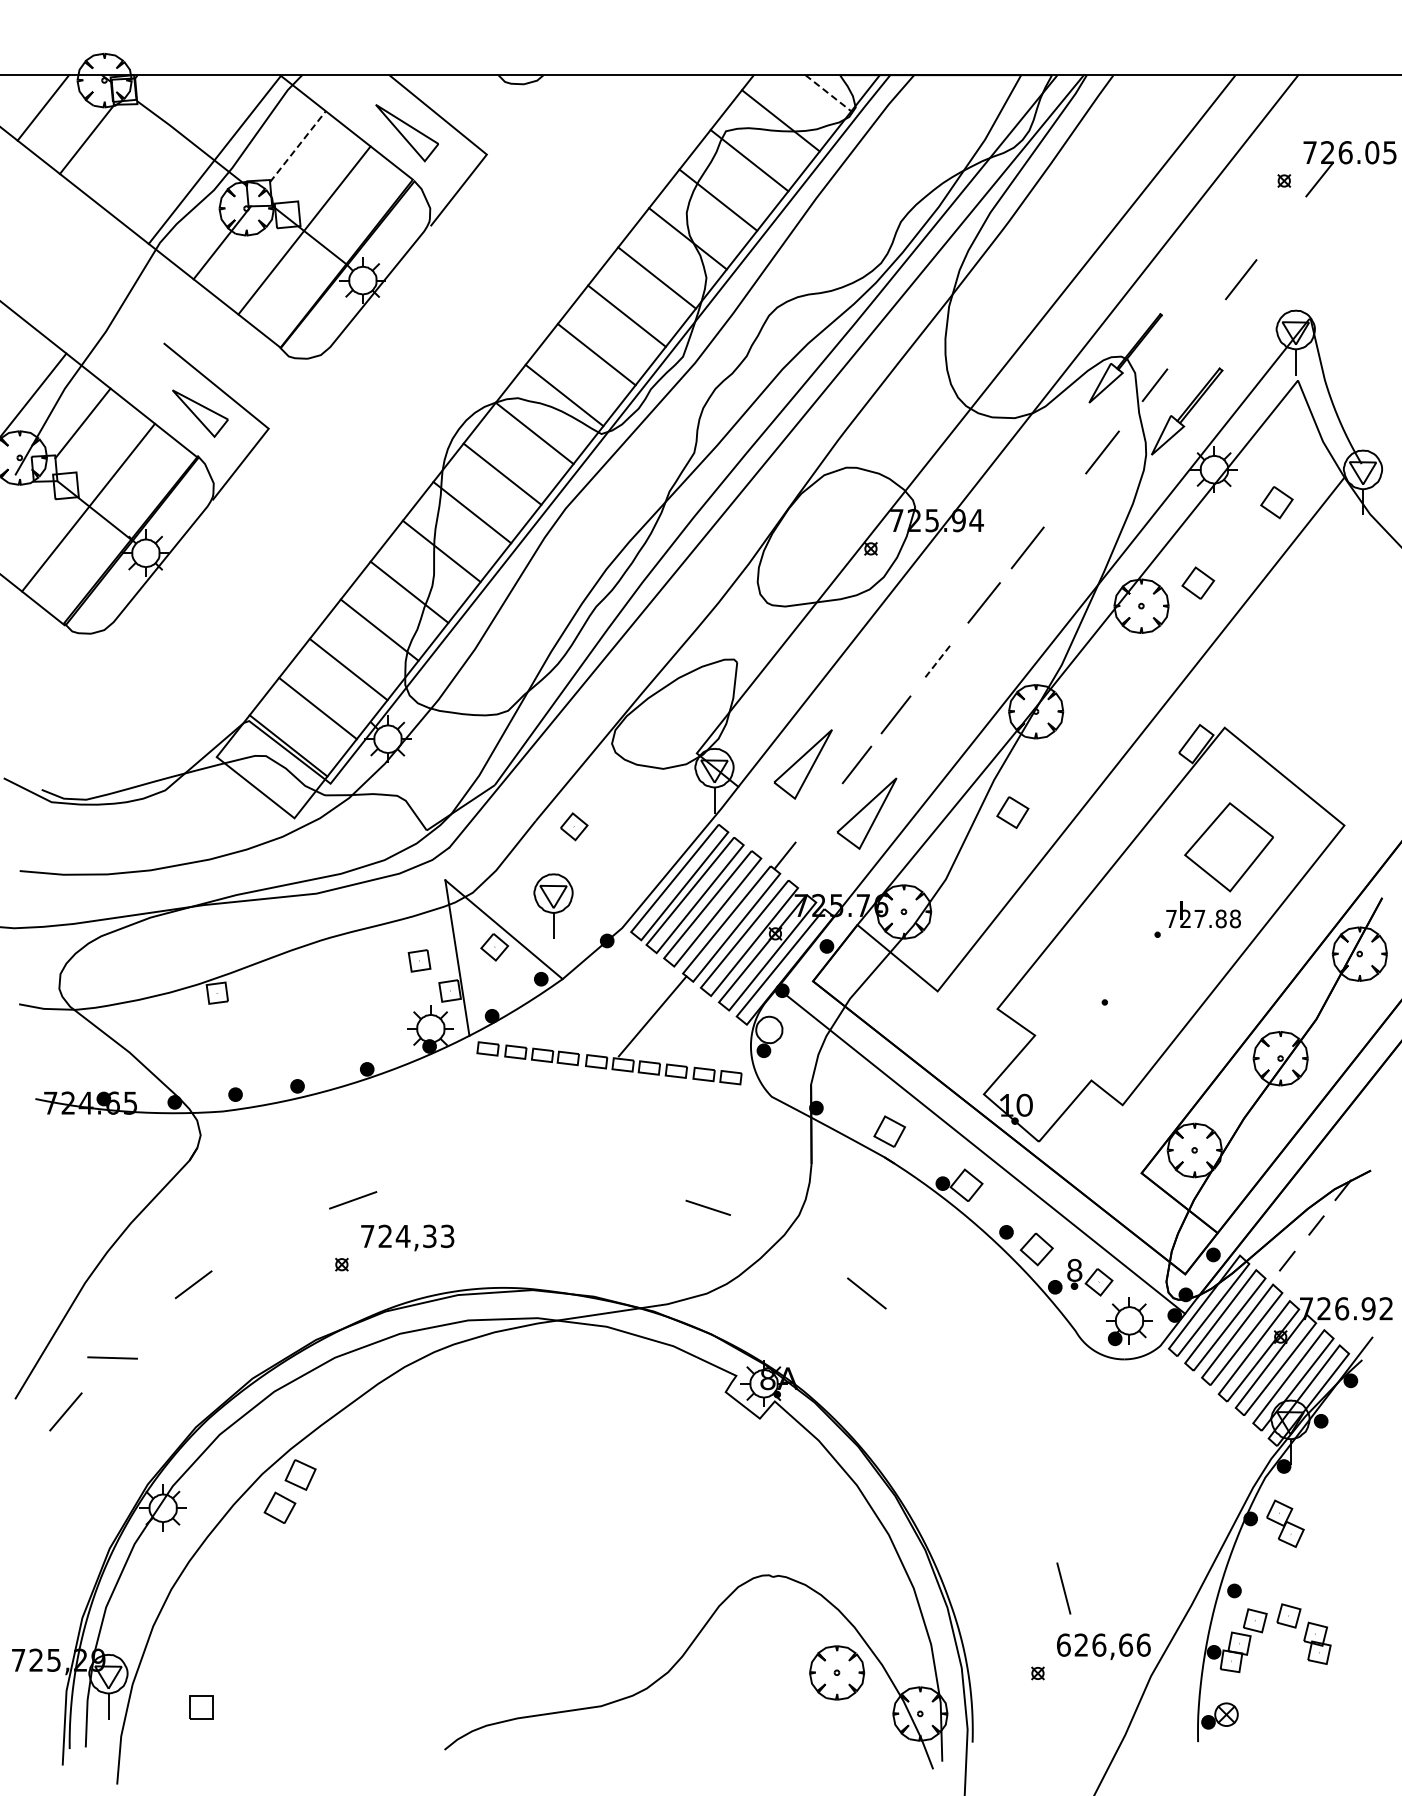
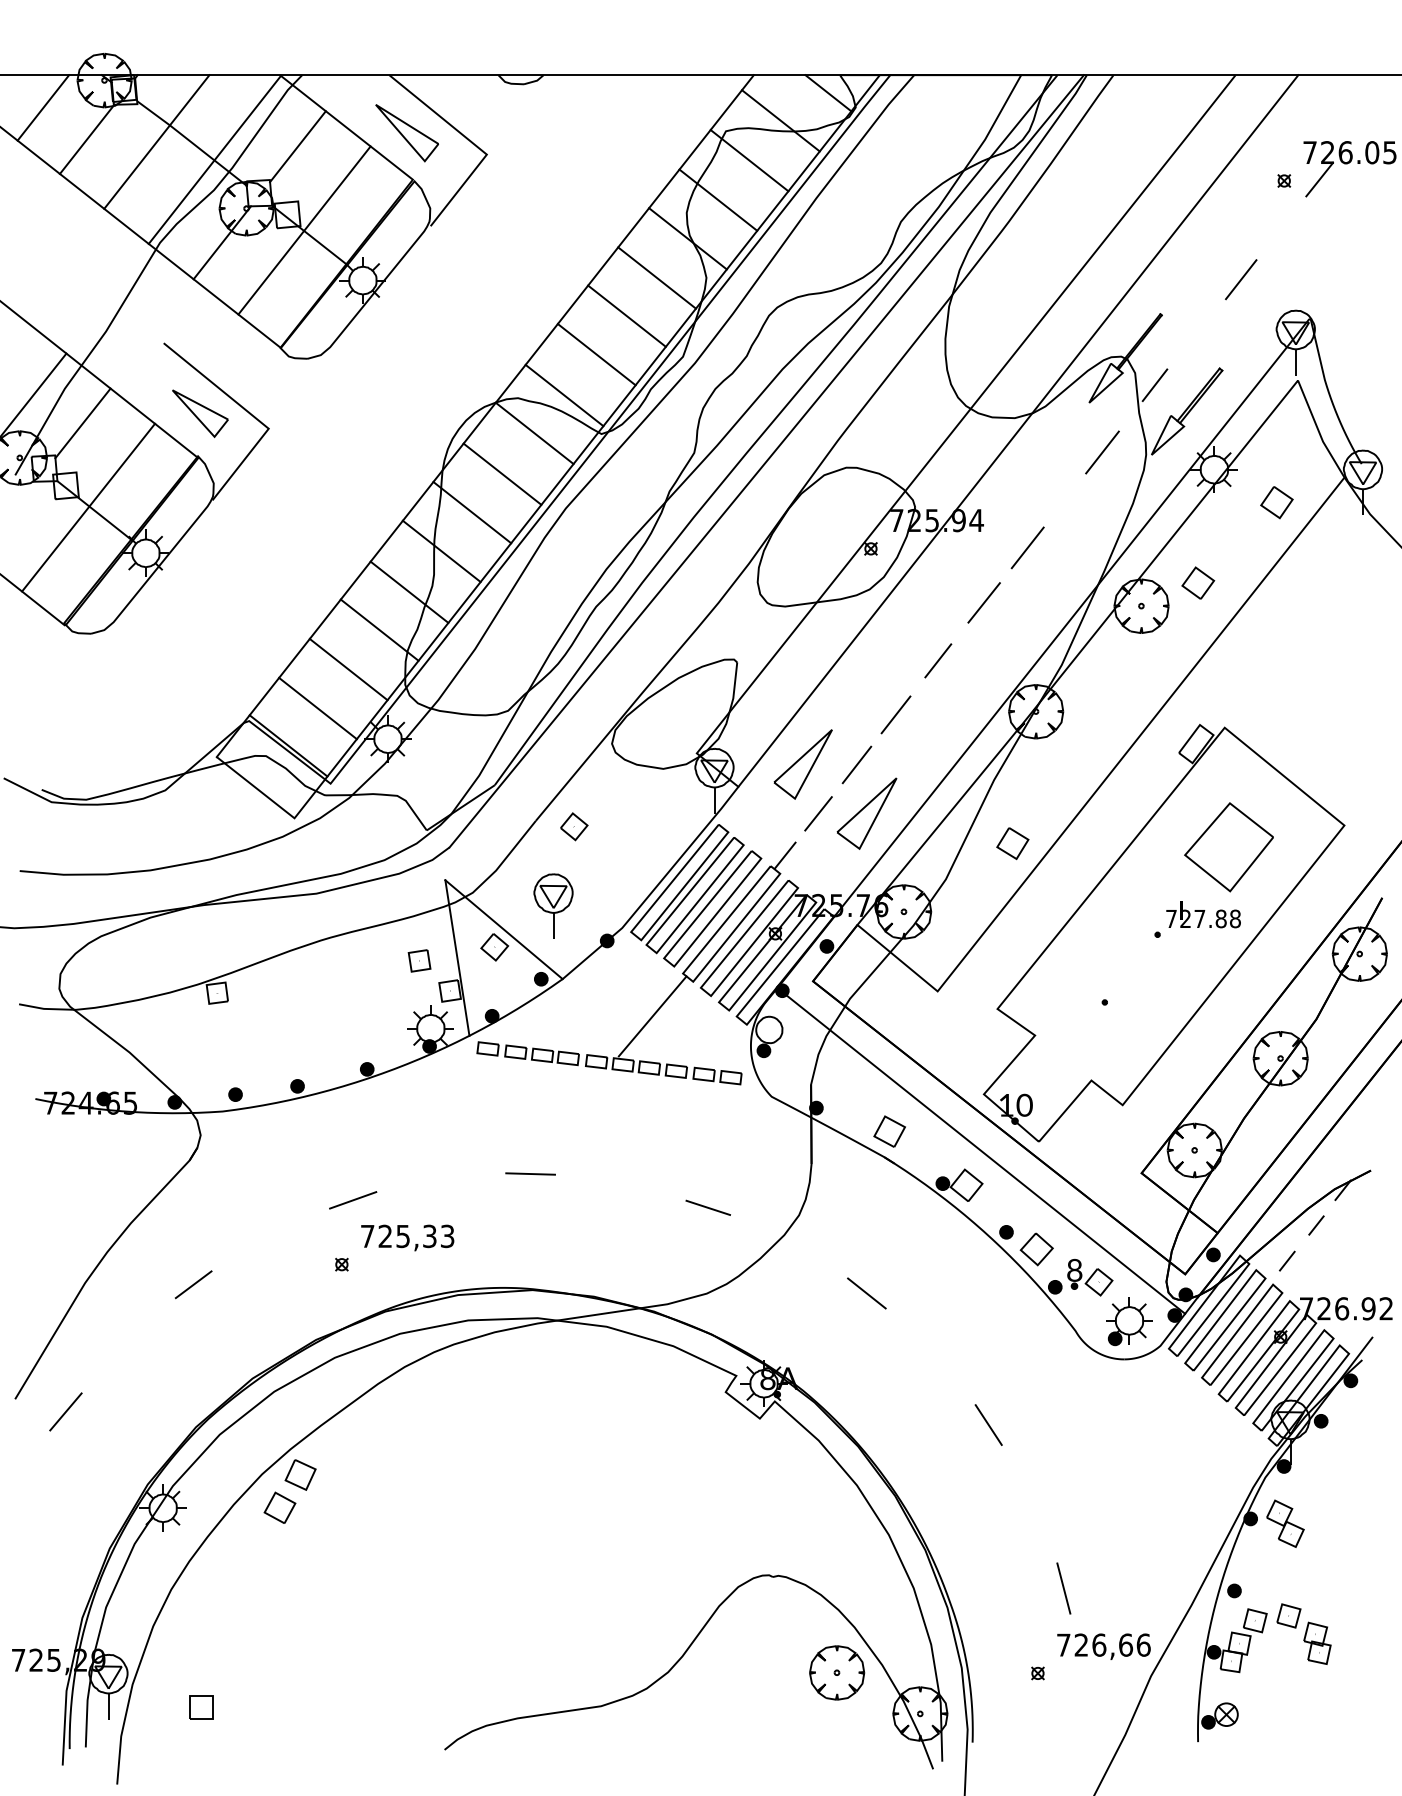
line at (828, 93): dashed -> solid
line at (156, 141): none -> present
line at (298, 146): dashed -> solid
line at (938, 660): dashed -> solid
part at (1012, 812) position: (1012, 812) -> (1012, 843)
line at (818, 813): none -> present
text at (402, 1236): 724,33 -> 725,33
line at (112, 1357) position: (112, 1357) -> (530, 1173)
line at (988, 1424): none -> present
text at (1063, 1644): 626,66 -> 726,66
